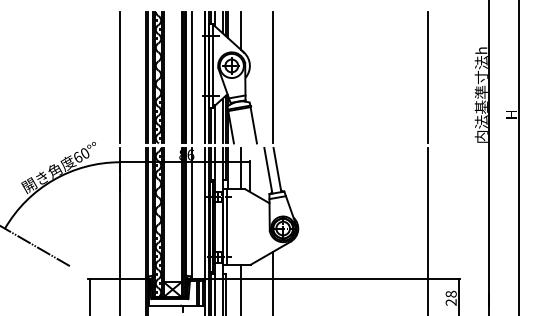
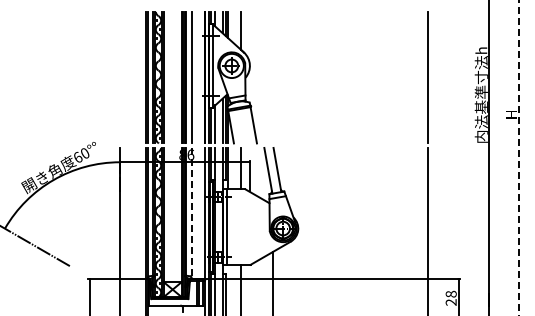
line at (119, 77): present -> none
line at (272, 77): present -> none
line at (518, 157): solid -> dashed
line at (191, 213): solid -> dashed
